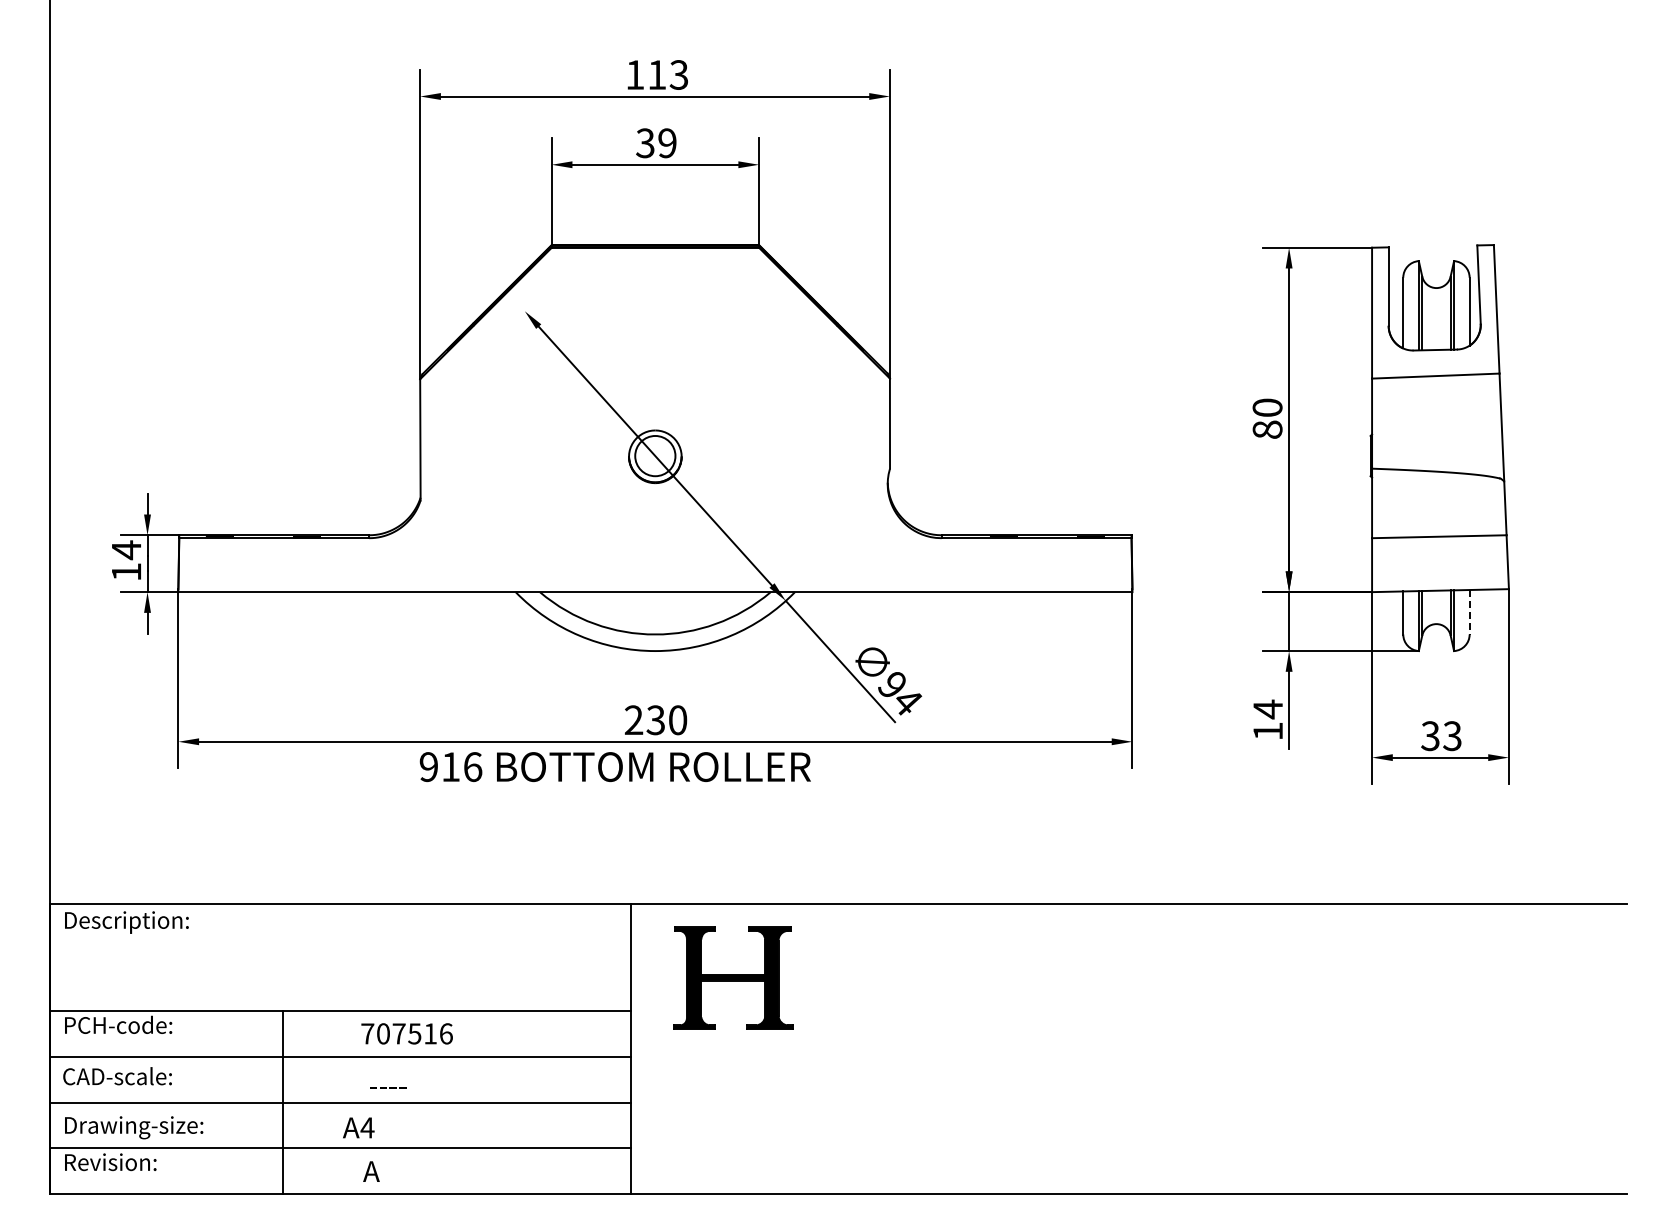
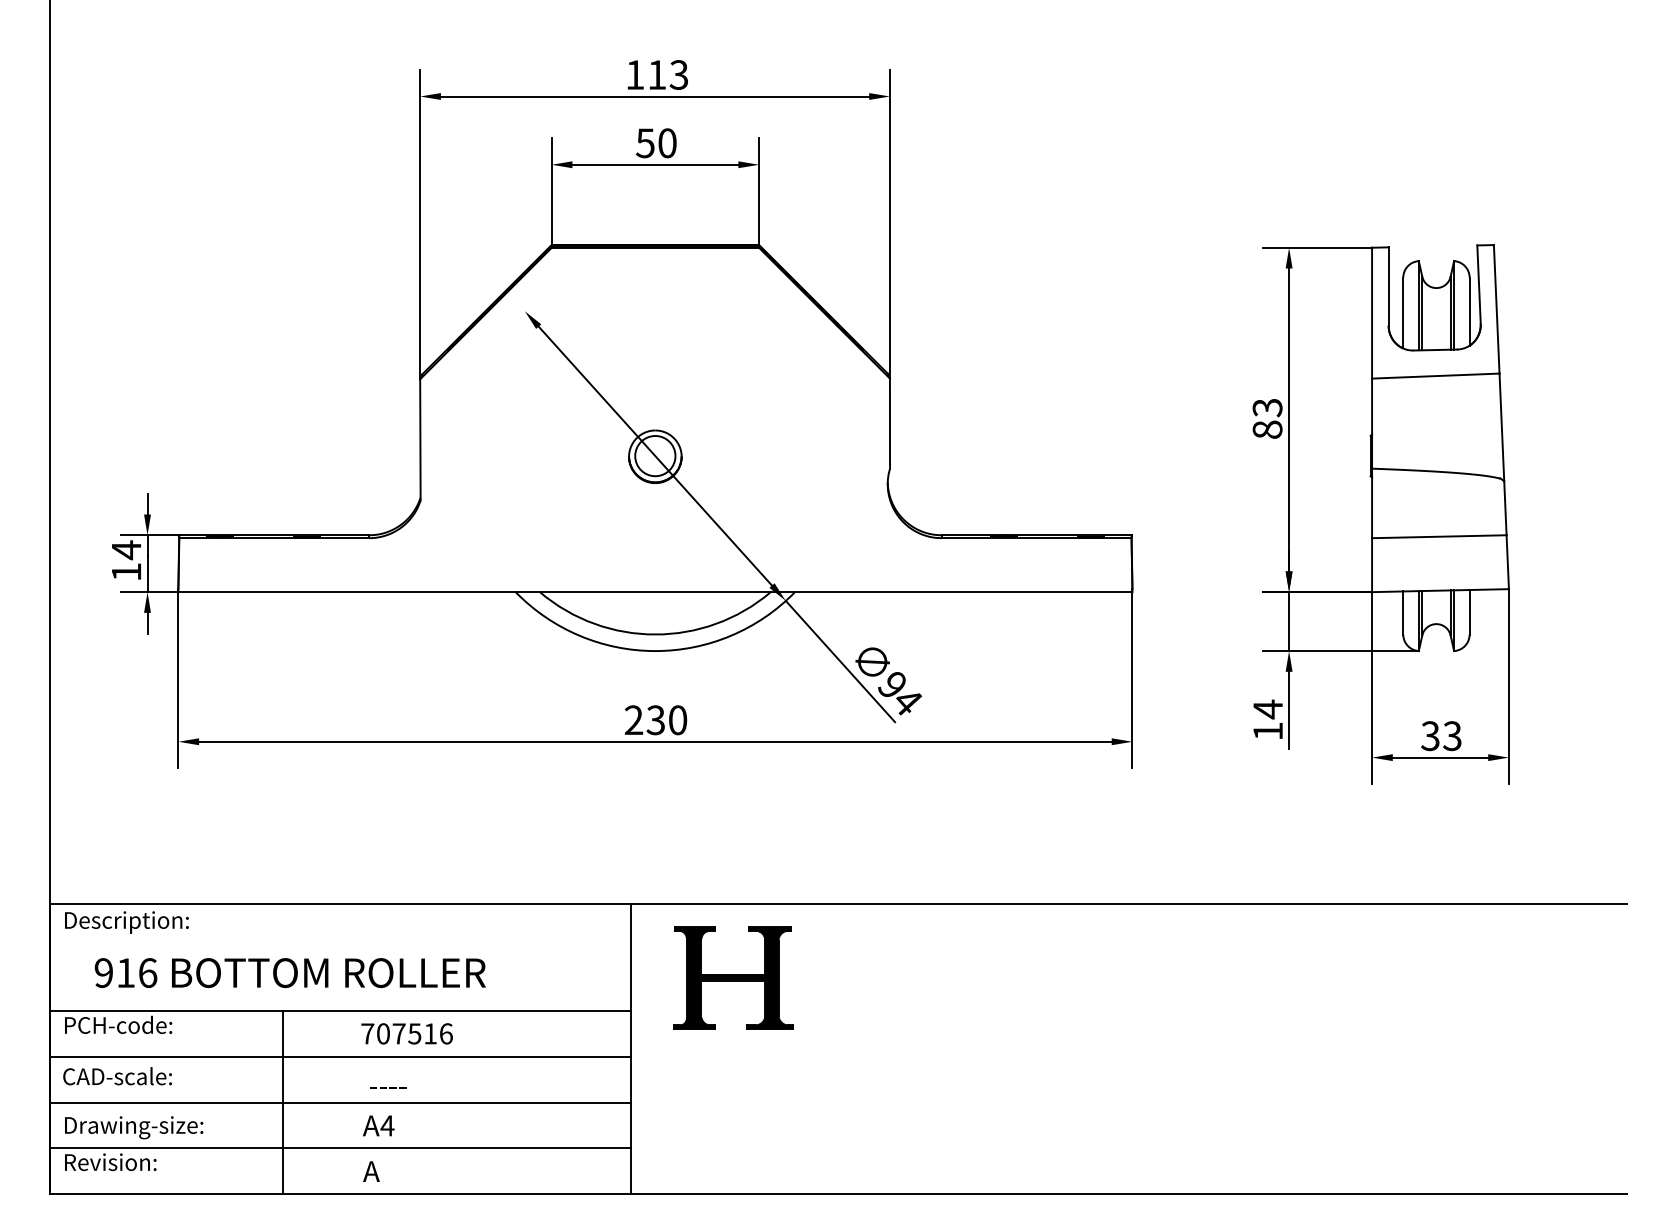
text at (656, 143): 39 -> 50
text at (1267, 407): 80 -> 83
line at (1469, 612): dashed -> solid
text at (614, 766) position: (614, 766) -> (289, 972)
text at (358, 1127) position: (358, 1127) -> (378, 1125)
